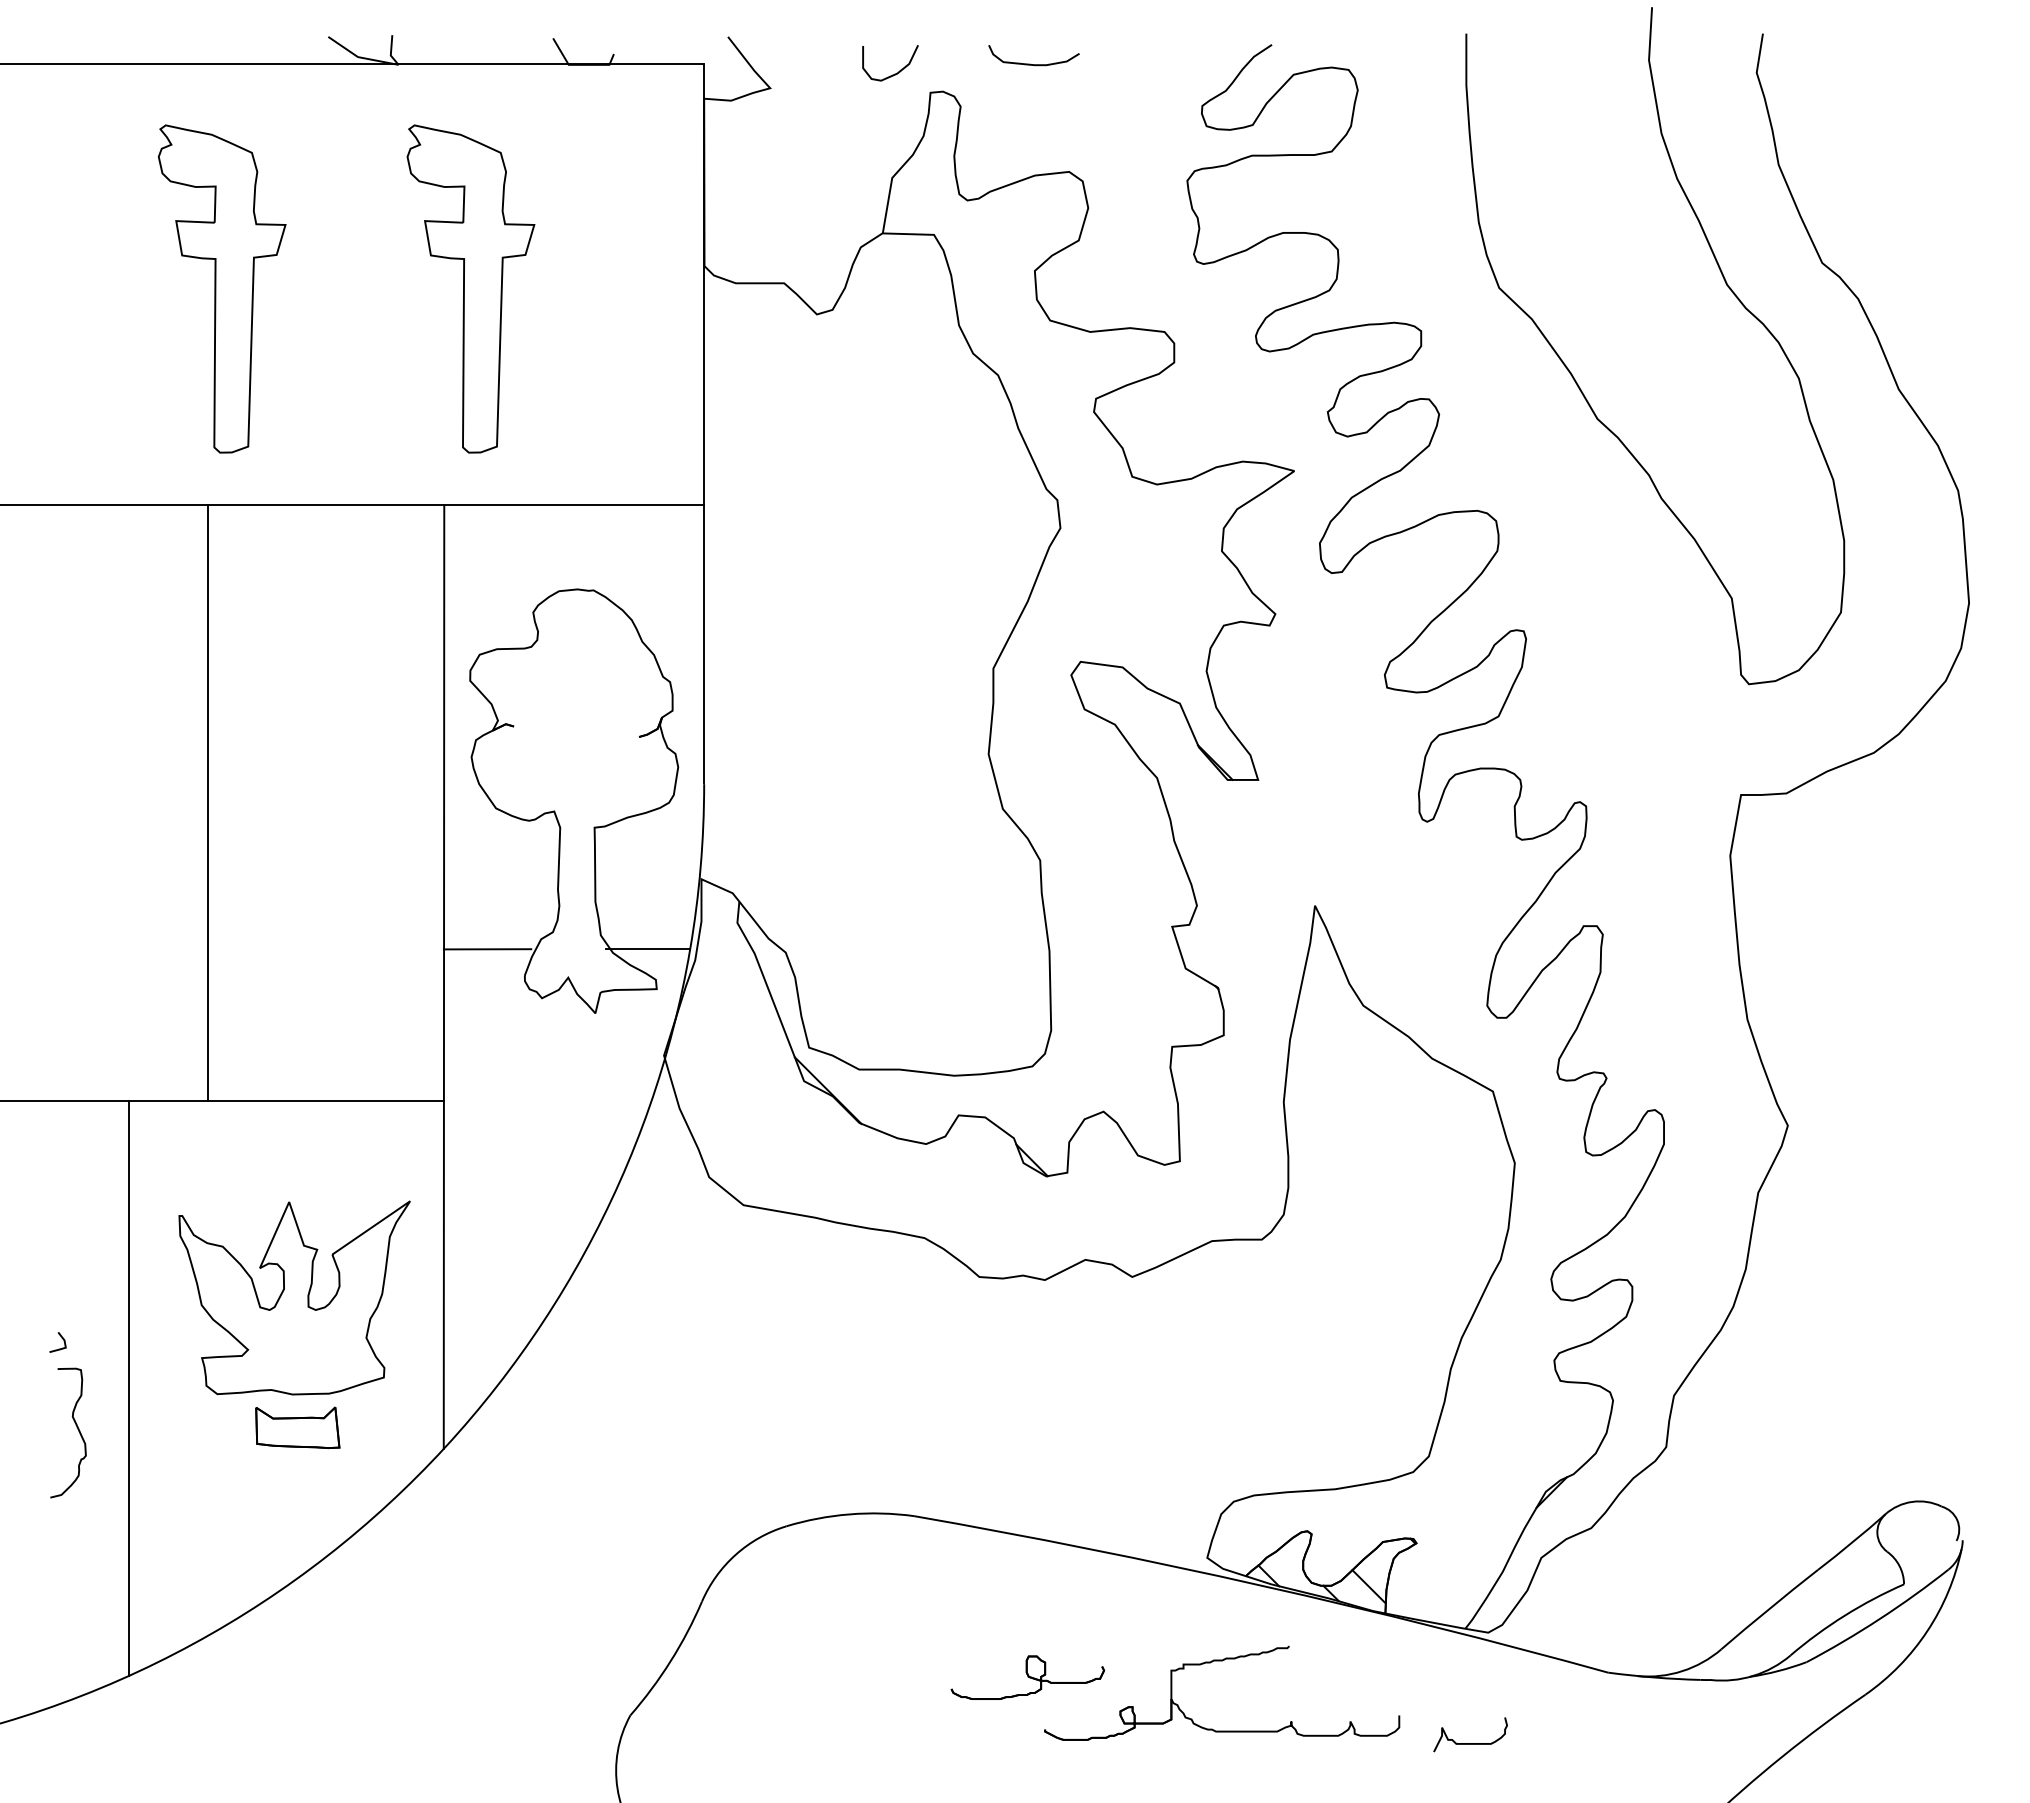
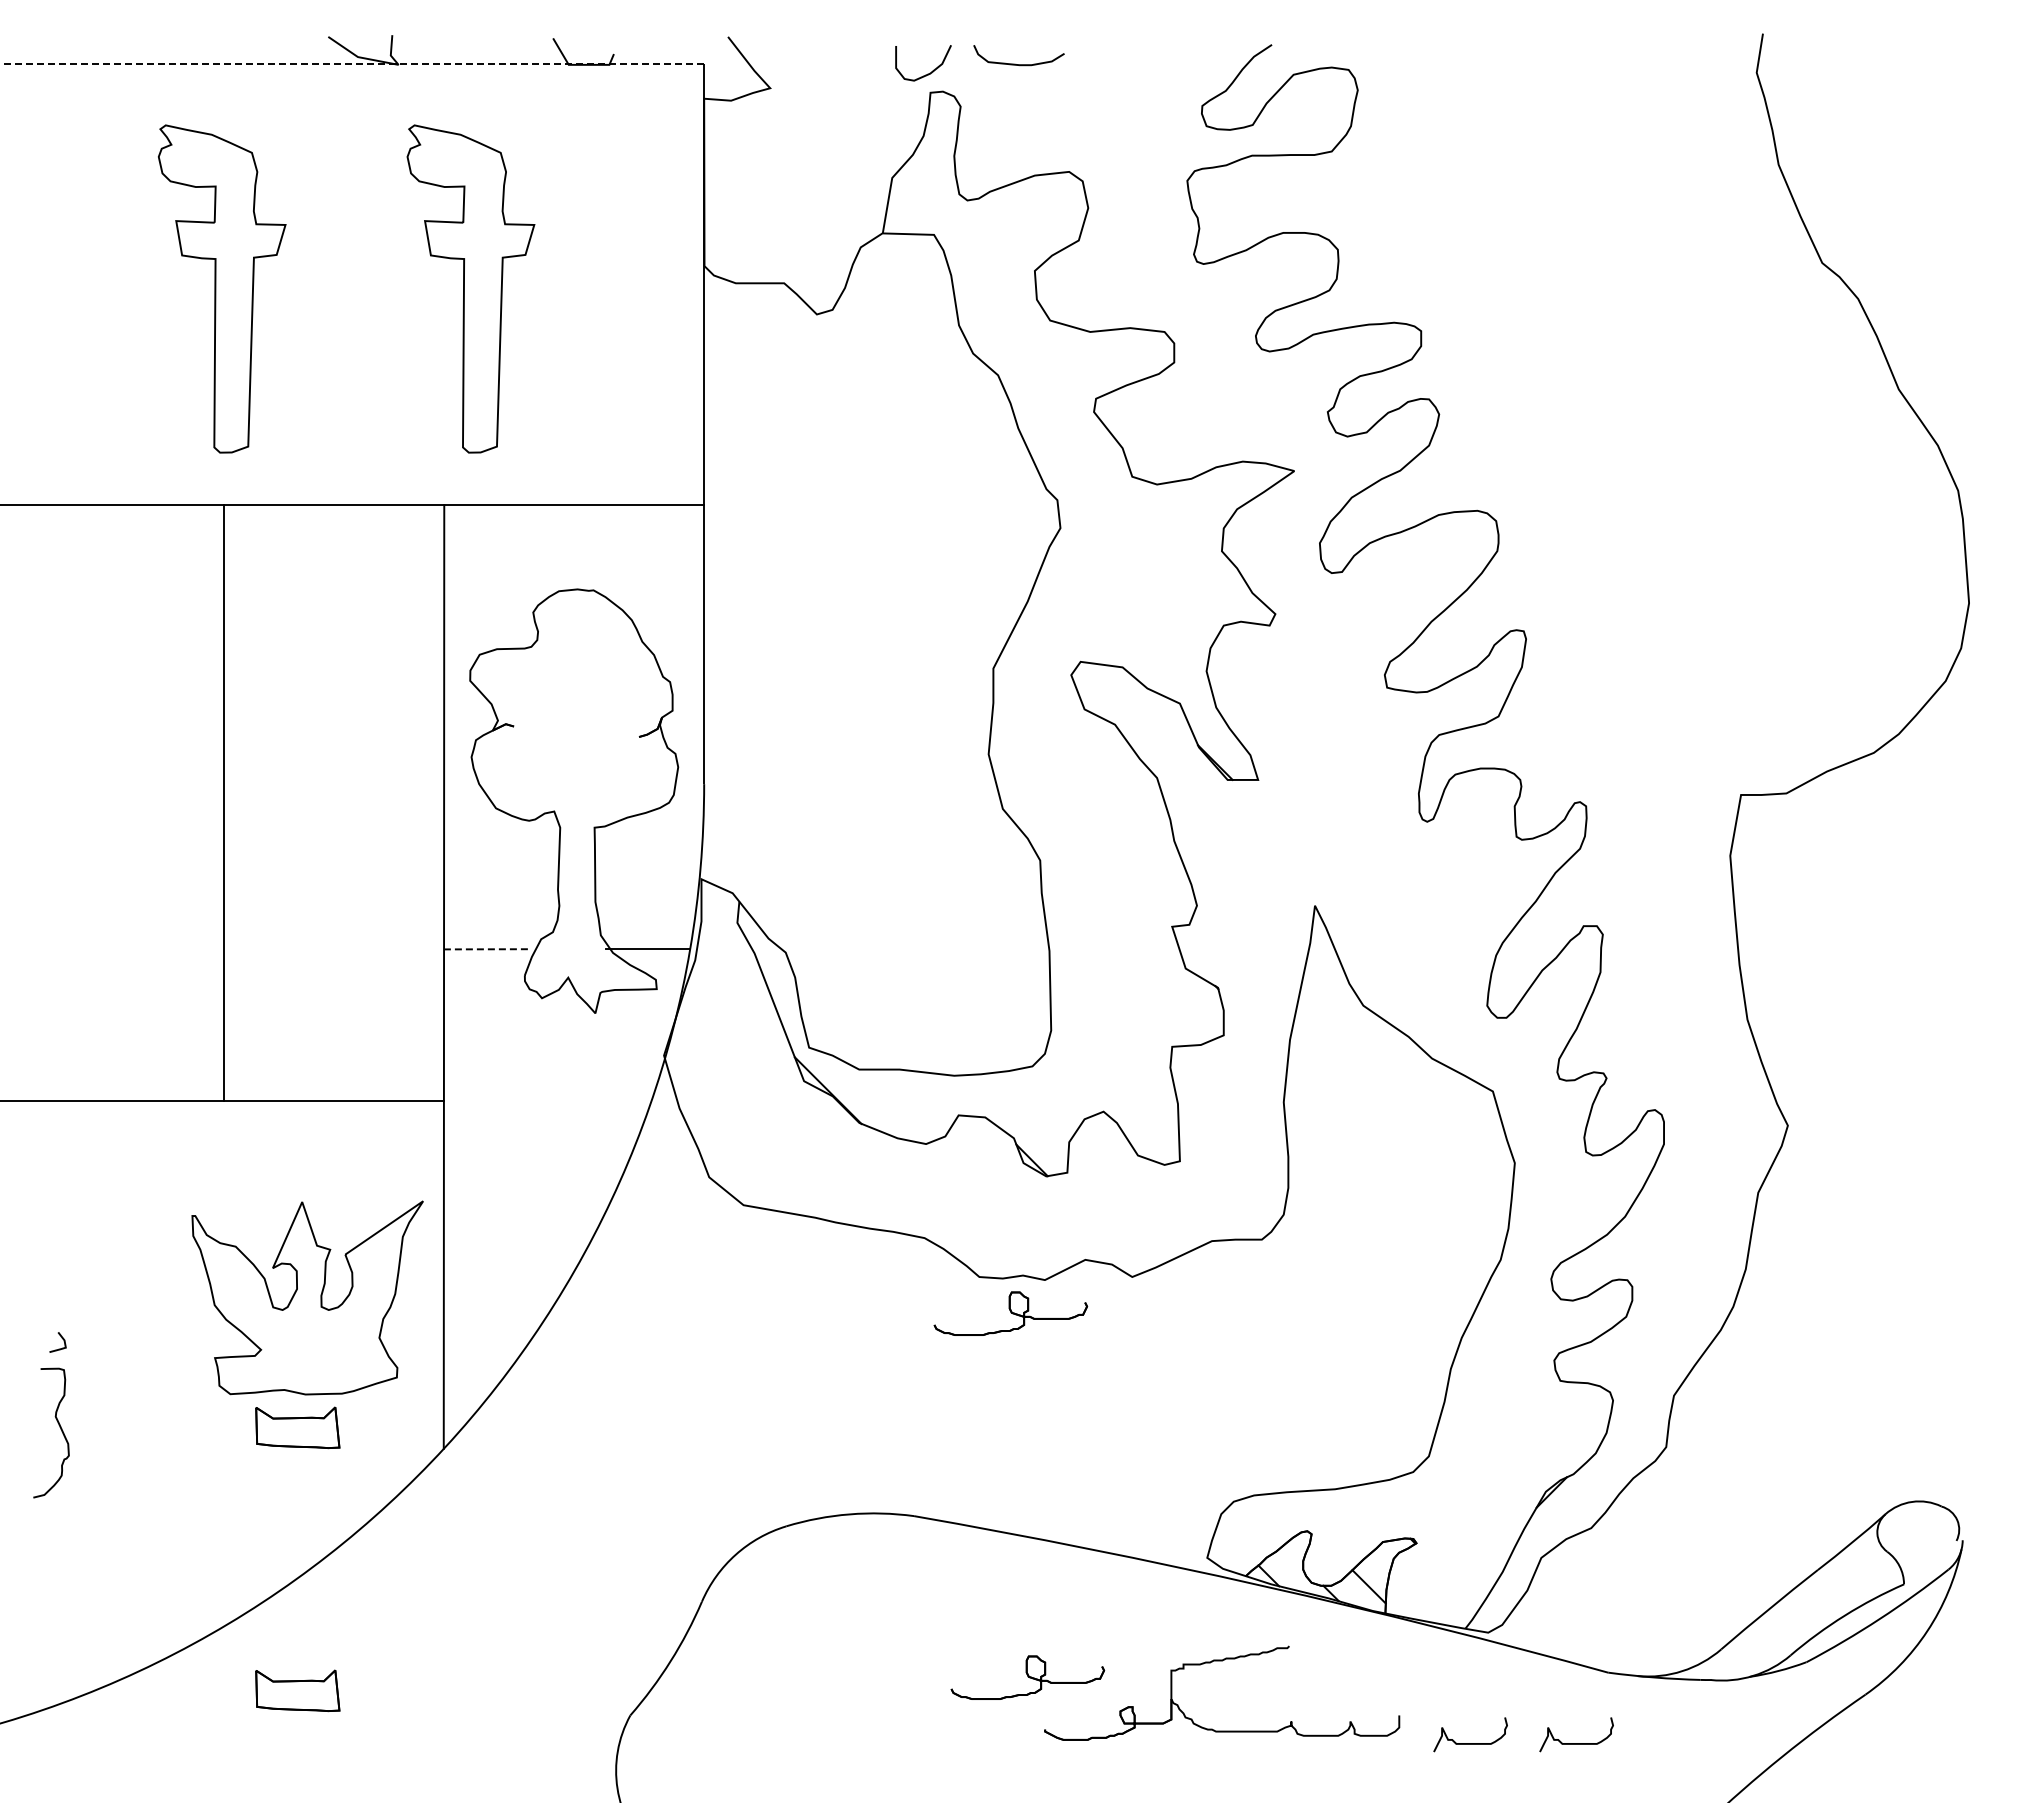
curve at (1030, 63) position: (1030, 63) -> (1015, 63)
line at (352, 64): solid -> dashed
curve at (894, 73) position: (894, 73) -> (927, 73)
curve at (1583, 392): present -> none
line at (208, 803) position: (208, 803) -> (224, 803)
line at (487, 949): solid -> dashed
part at (294, 1297) position: (294, 1297) -> (307, 1297)
part at (1010, 1313): none -> present
line at (129, 1388): present -> none
curve at (76, 1427) position: (76, 1427) -> (59, 1427)
part at (297, 1690): none -> present
curve at (1576, 1743): none -> present
